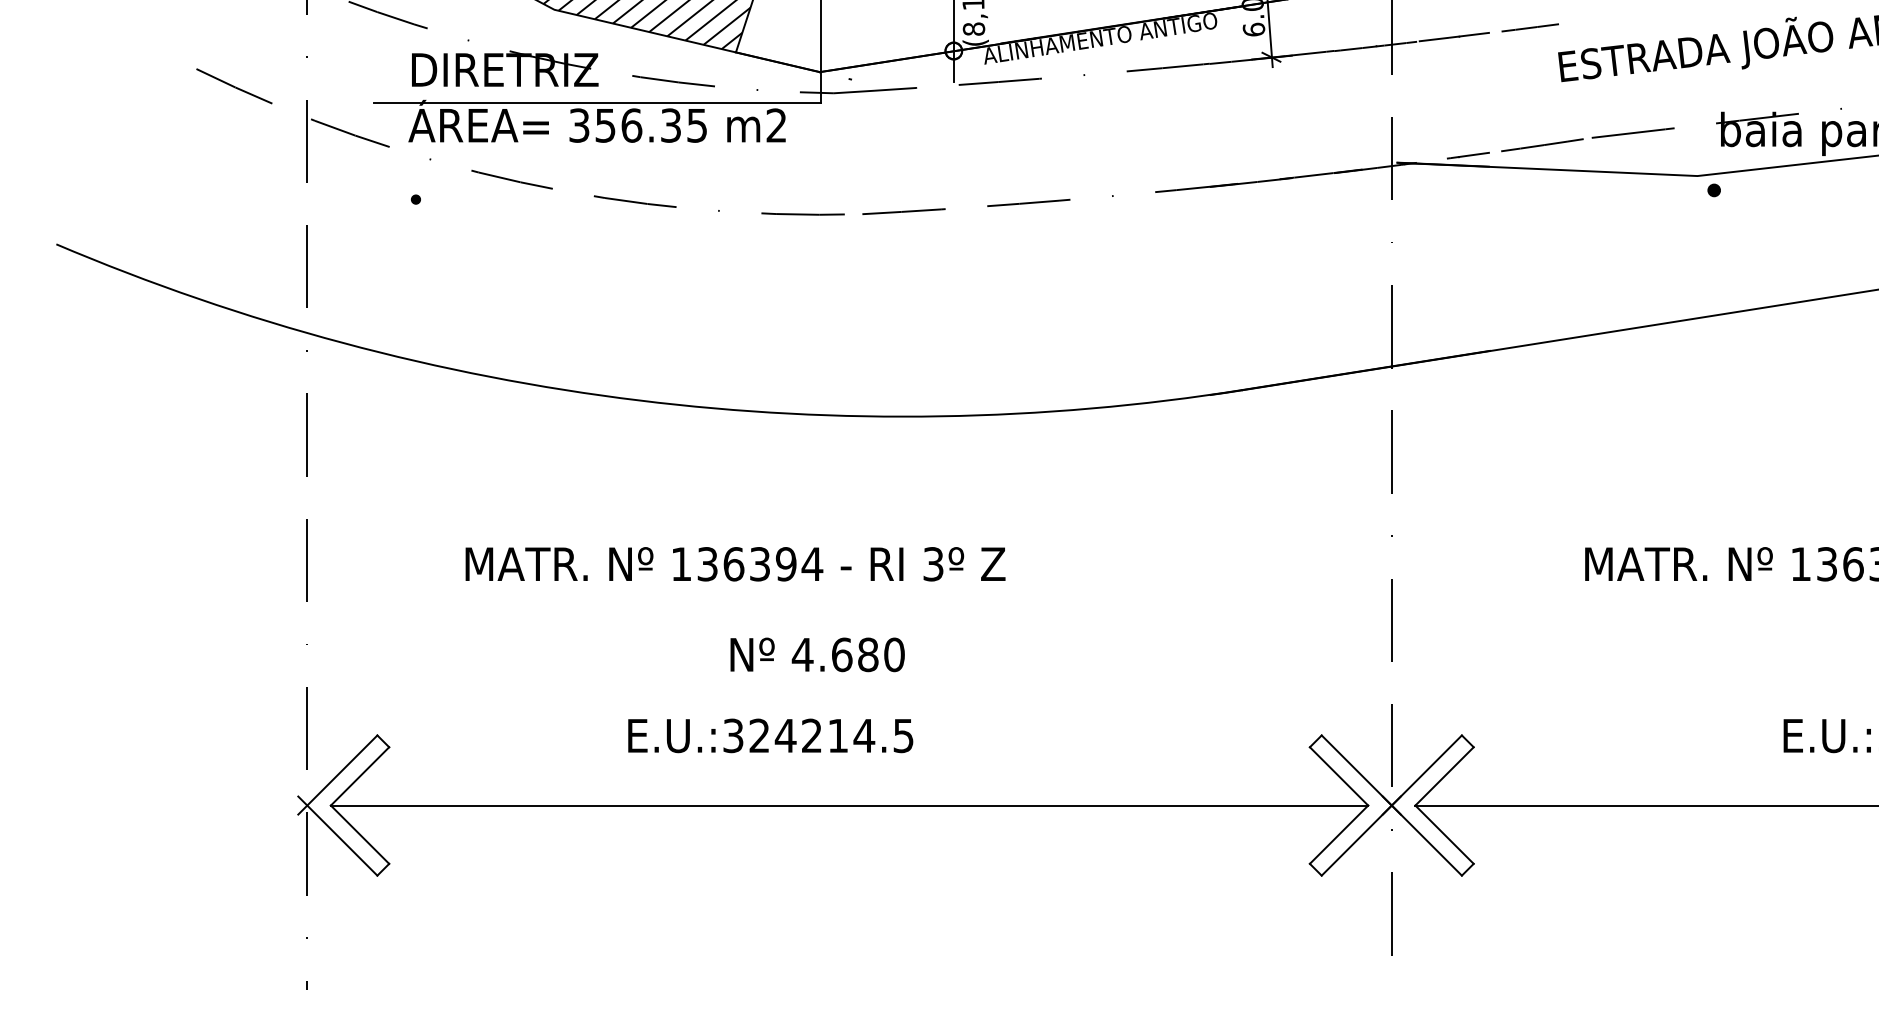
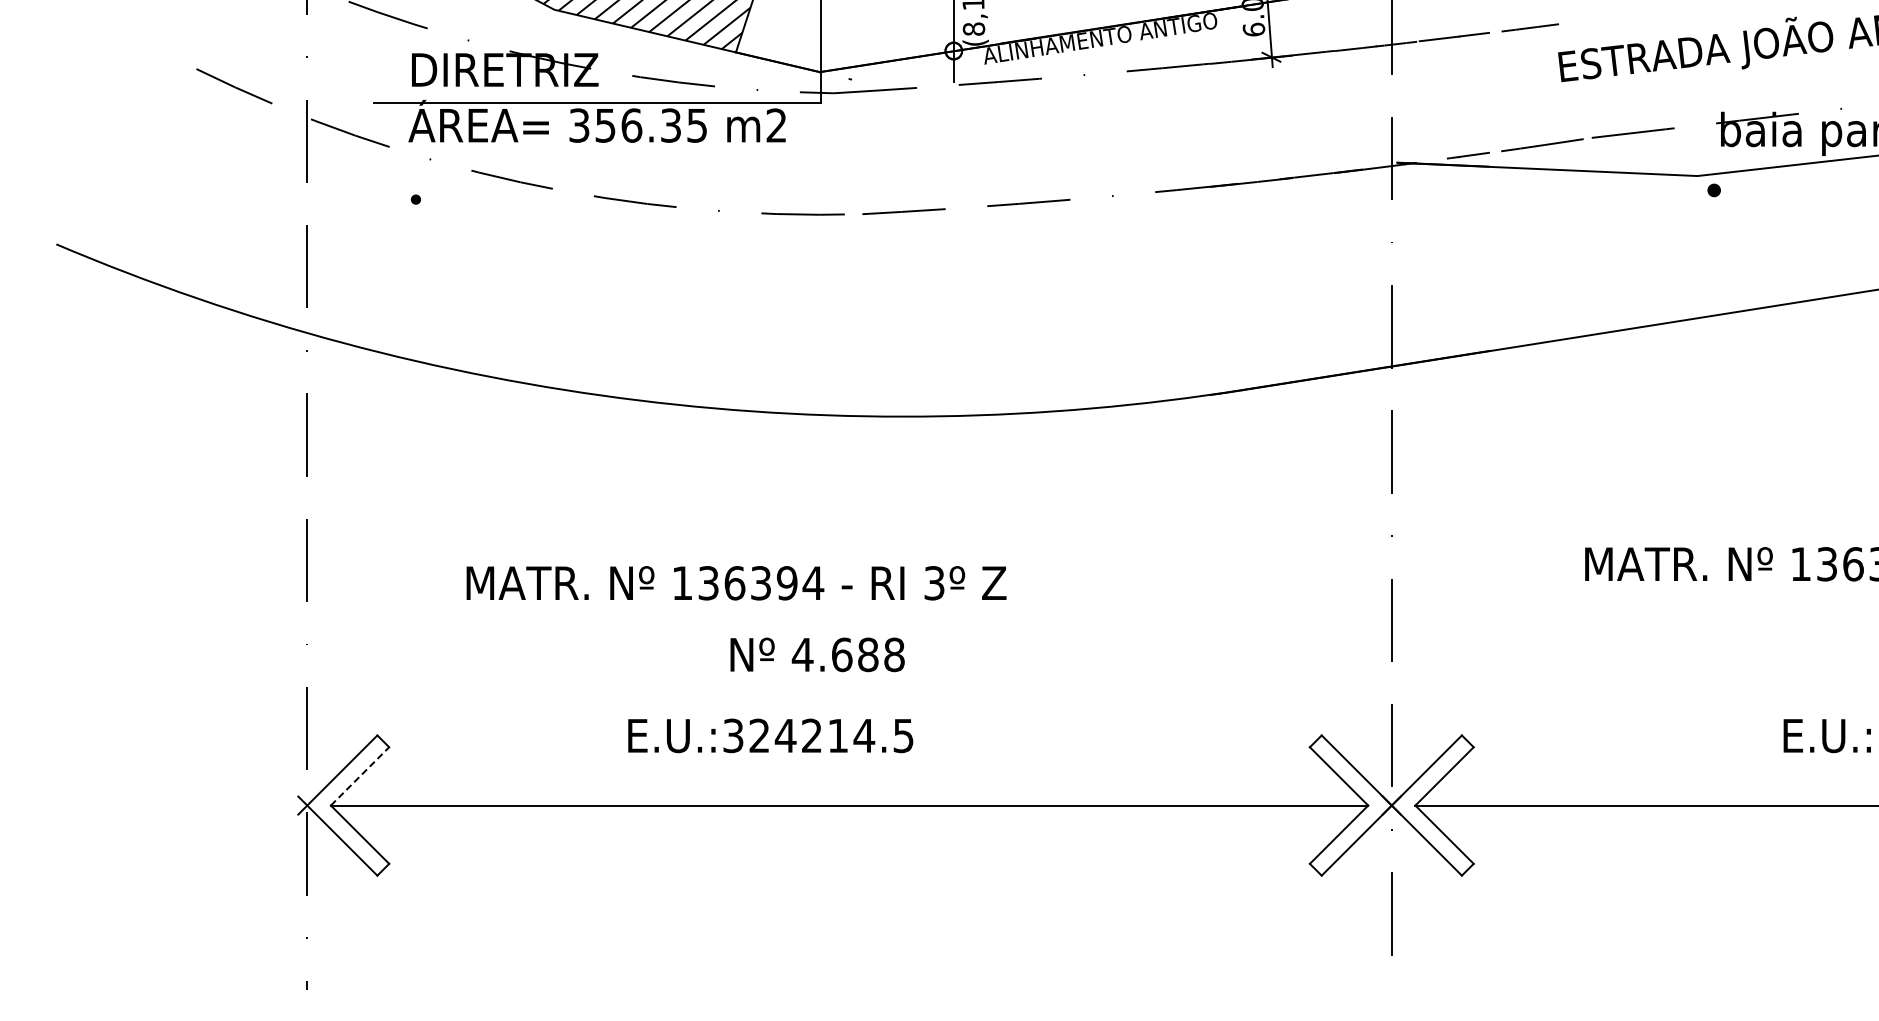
text at (735, 564) position: (735, 564) -> (736, 583)
text at (894, 654): 4.680 -> 4.688
line at (360, 776): solid -> dashed
